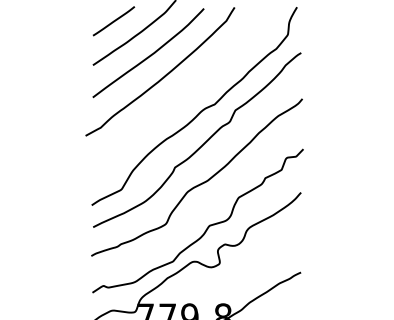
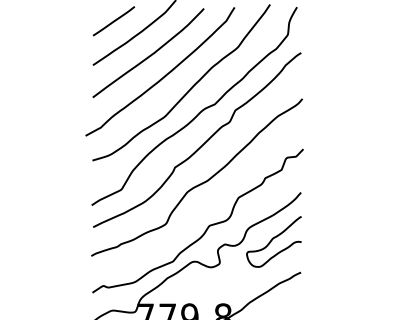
curve at (190, 87): none -> present
curve at (272, 240): none -> present
